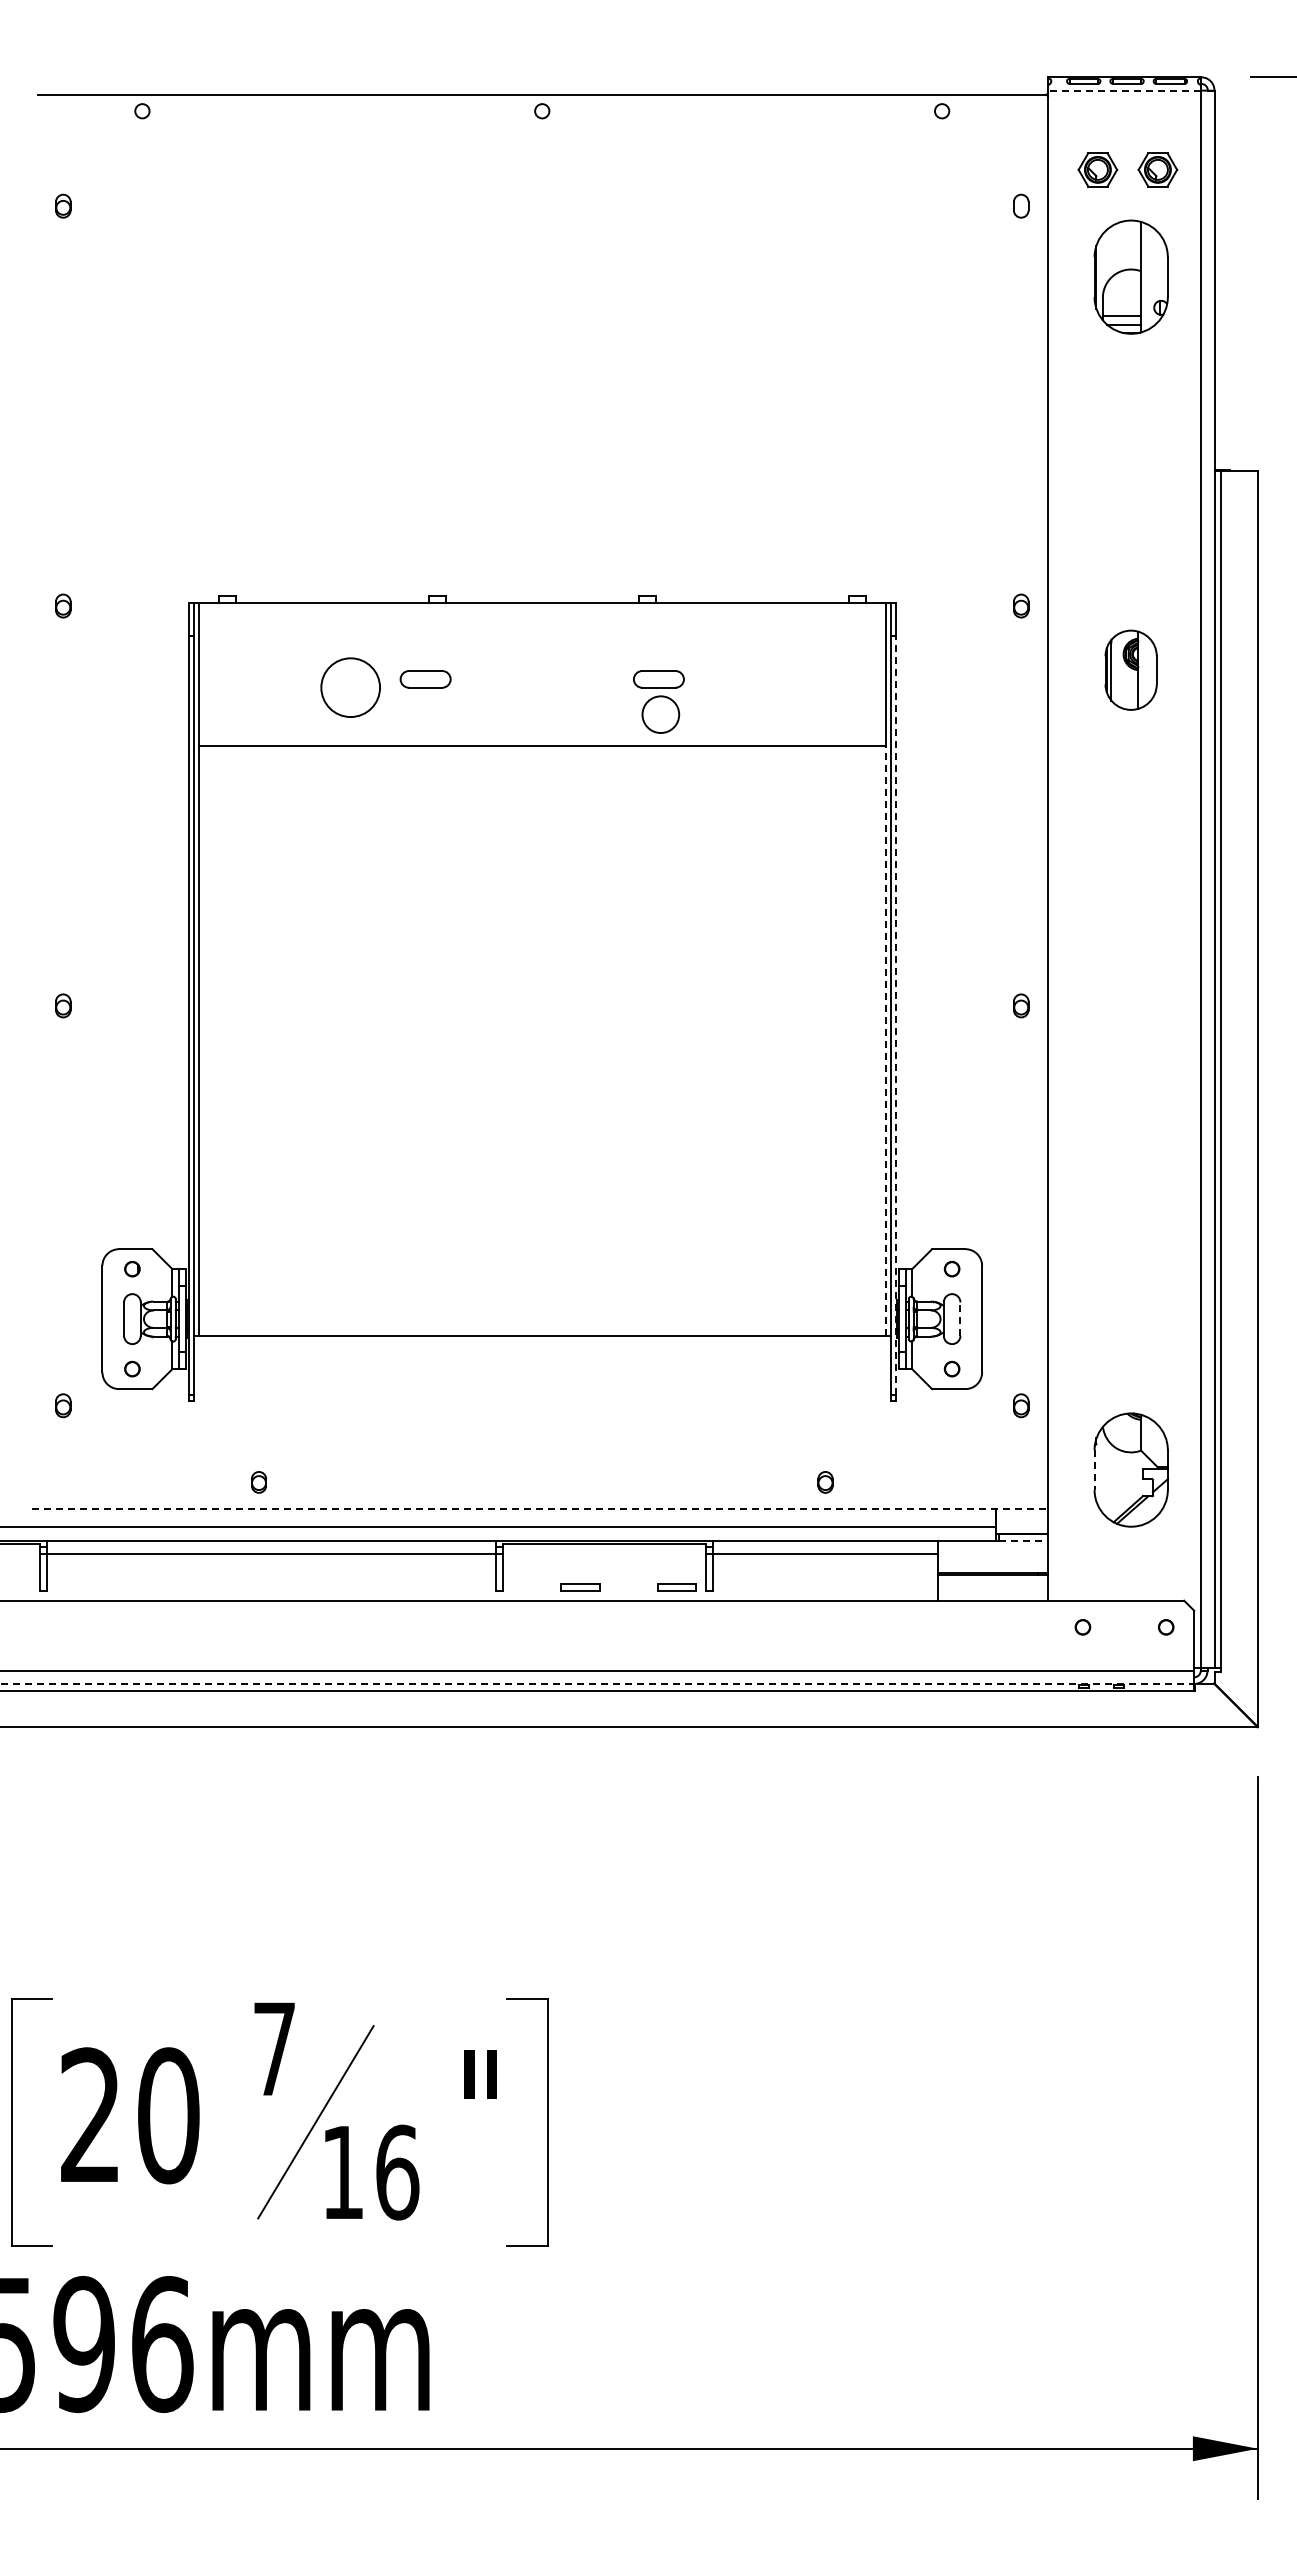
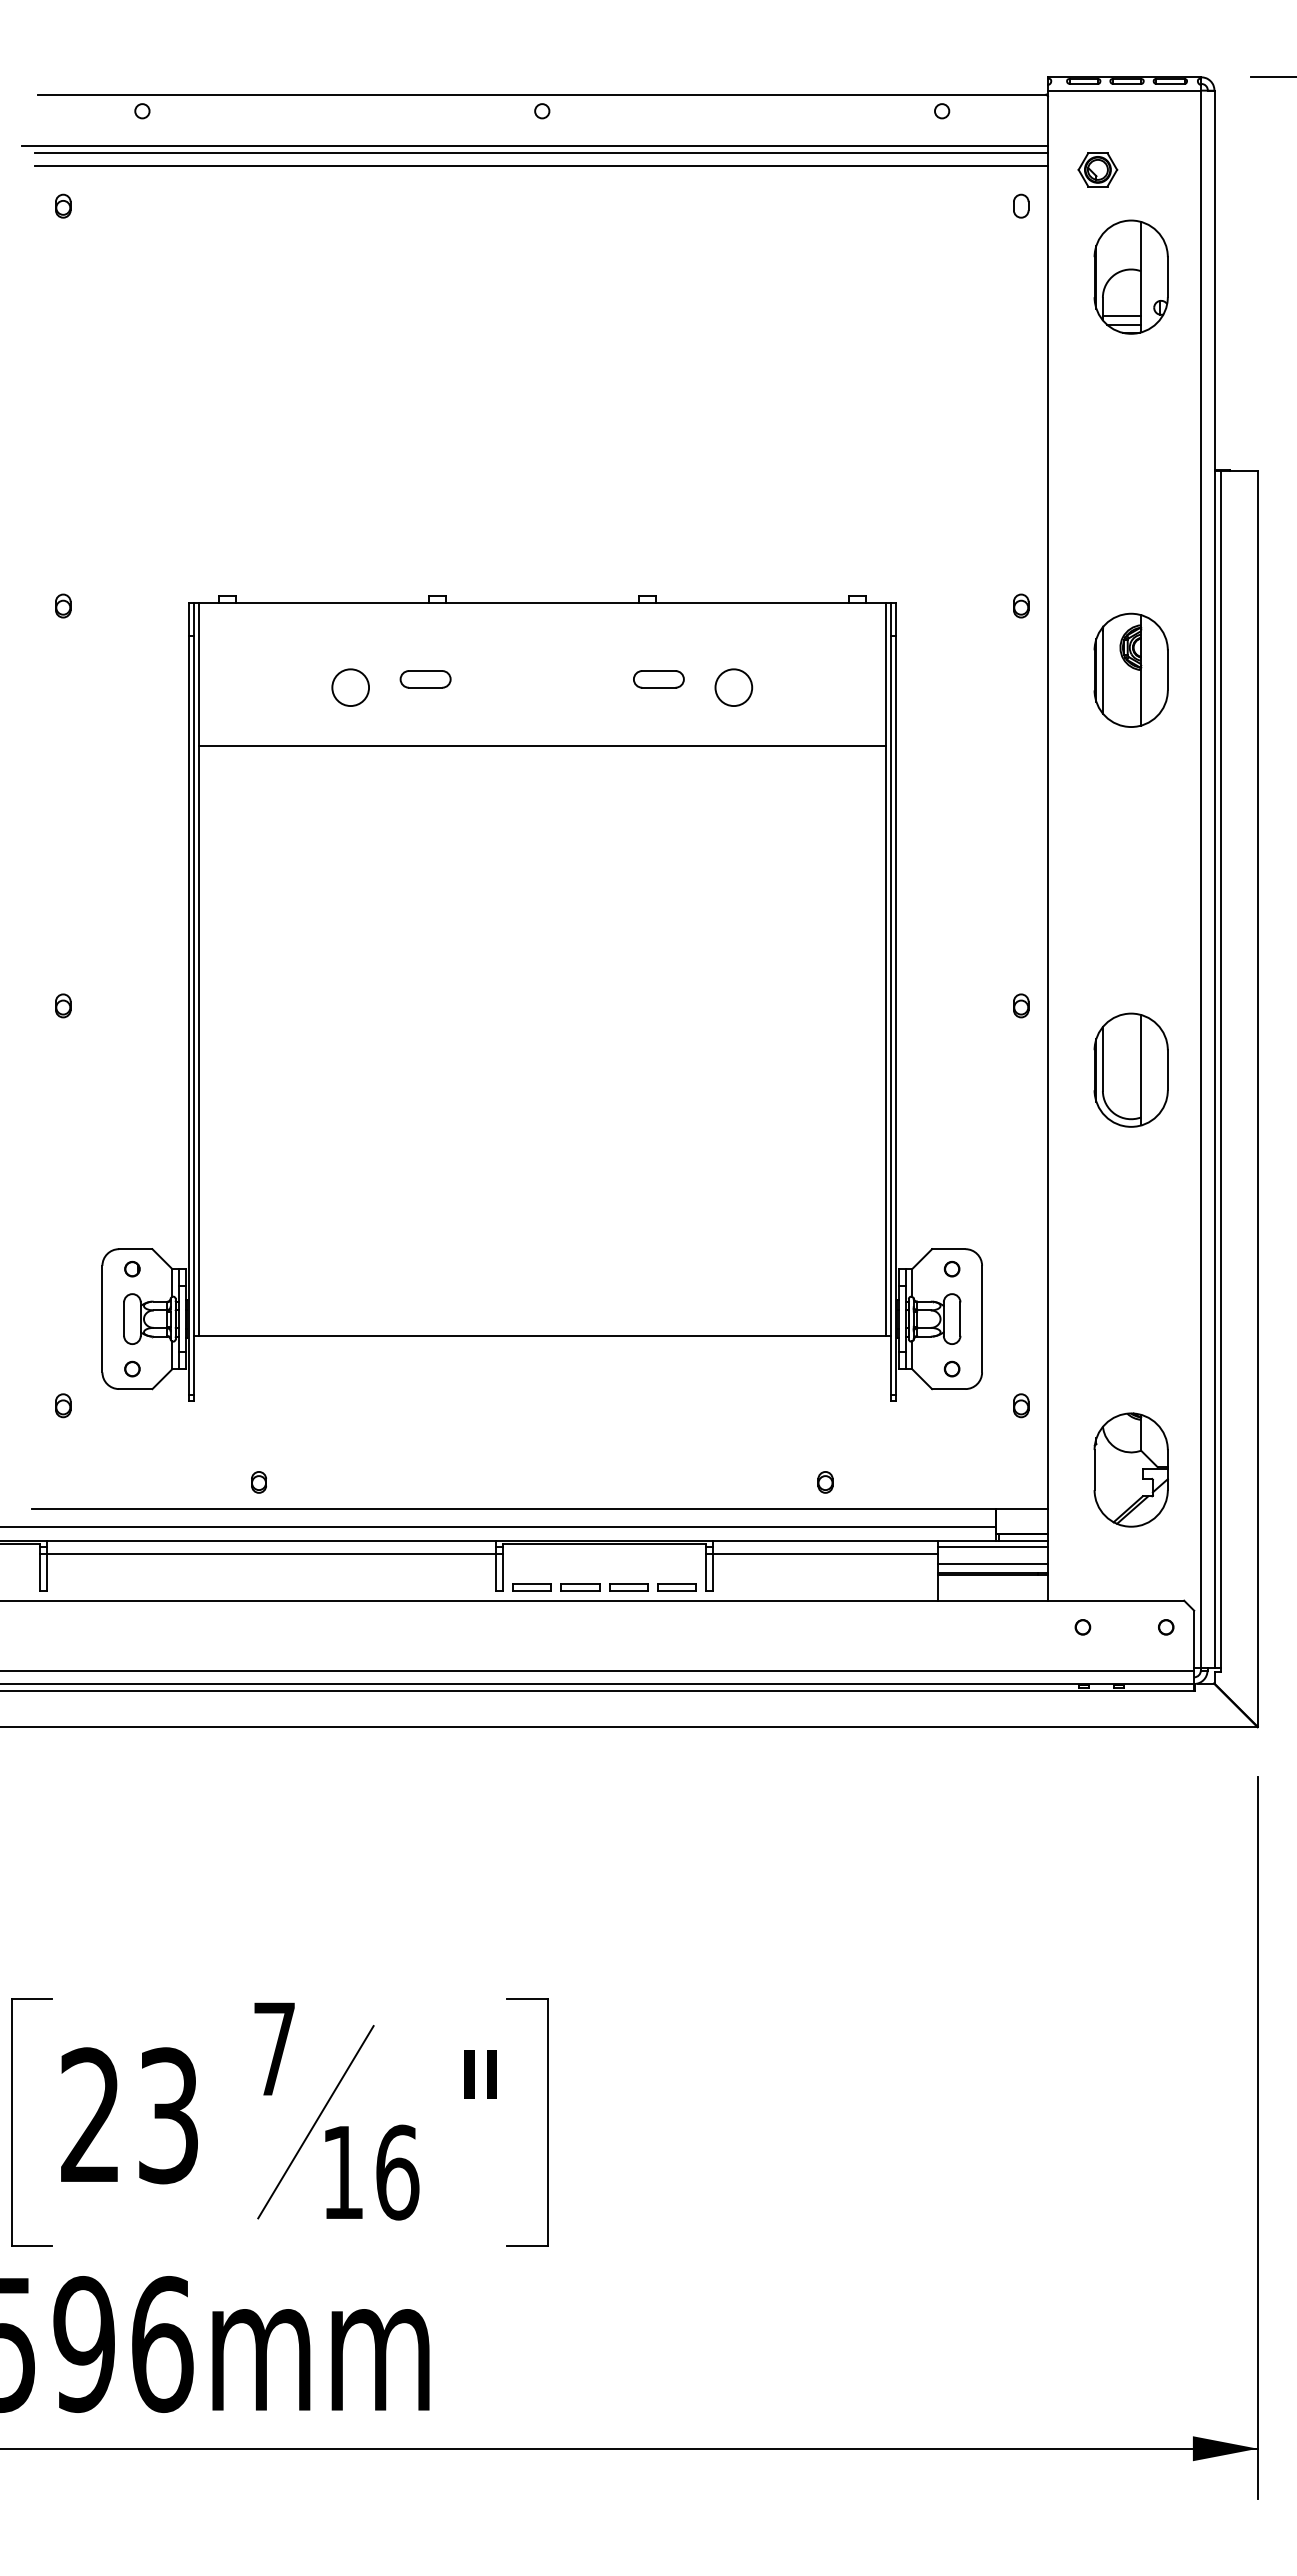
line at (1124, 90): dashed -> solid
line at (534, 146): none -> present
line at (540, 152): none -> present
line at (540, 166): none -> present
part at (1157, 169): present -> none
part at (1130, 669) size: 54x82 px -> 76x116 px
circle at (350, 687) diameter: 59 px -> 37 px
circle at (660, 714) position: (660, 714) -> (733, 687)
line at (895, 1015): dashed -> solid
line at (885, 1040): dashed -> solid
part at (1130, 1069): none -> present
line at (960, 1319): dashed -> solid
line at (1094, 1470): dashed -> solid
line at (540, 1509): dashed -> solid
line at (1023, 1540): dashed -> solid
line at (992, 1547): none -> present
line at (992, 1564): none -> present
part at (531, 1587): none -> present
part at (628, 1587): none -> present
line at (597, 1684): dashed -> solid
text at (168, 2115): 20 -> 23
